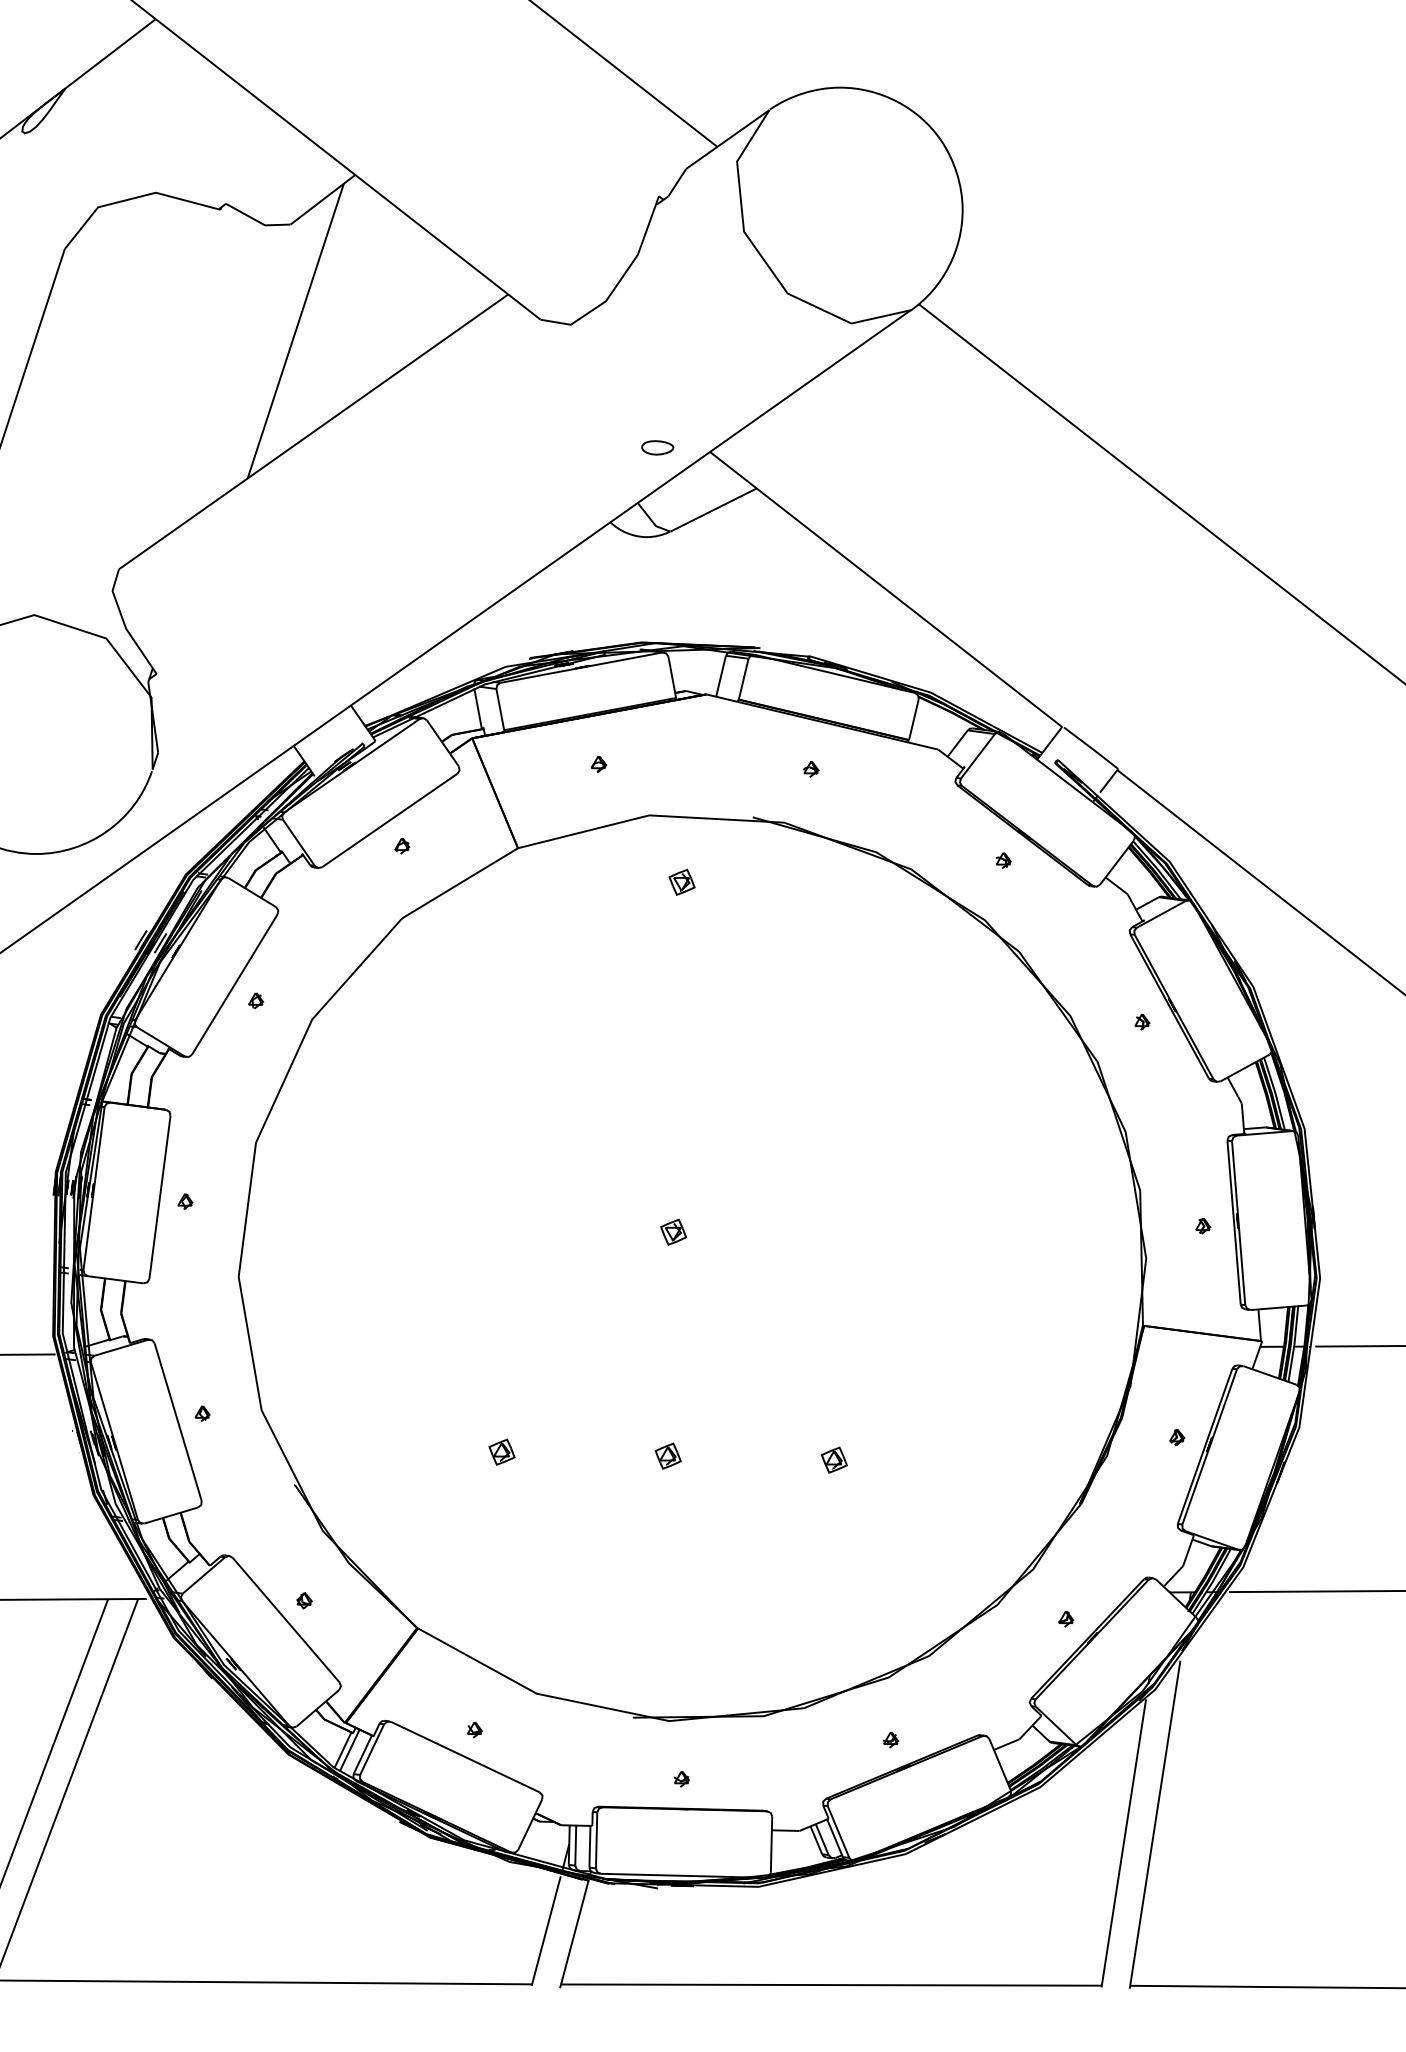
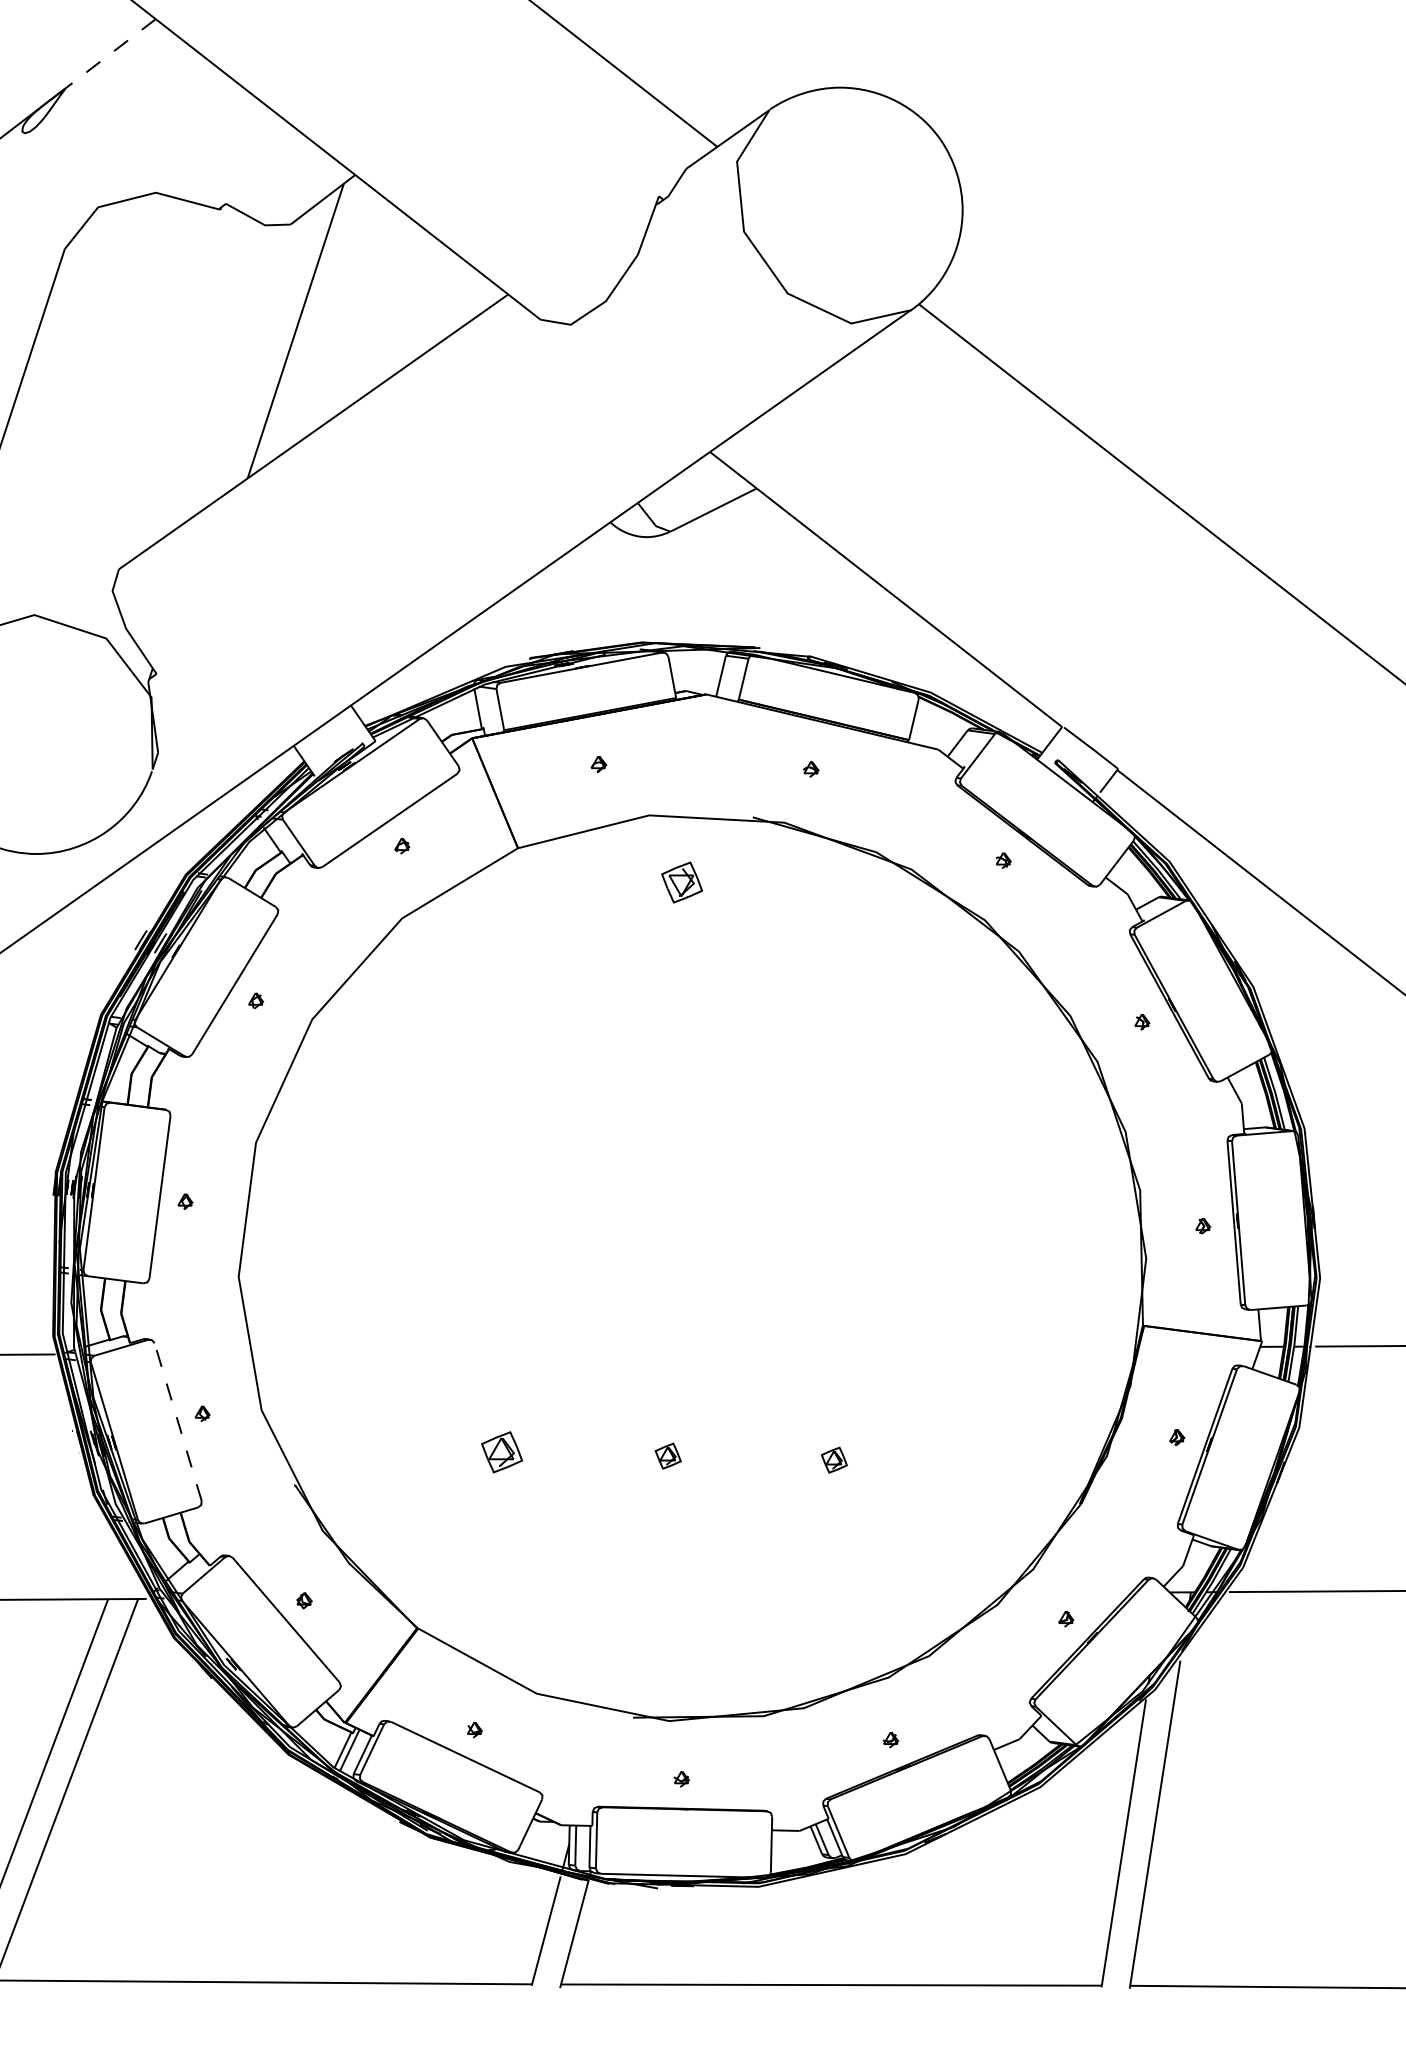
line at (109, 54): solid -> dashed
part at (657, 447): present -> none
part at (681, 881) size: 28x28 px -> 43x43 px
part at (673, 1231): present -> none
line at (178, 1421): solid -> dashed
part at (501, 1451) size: 28x28 px -> 43x43 px
